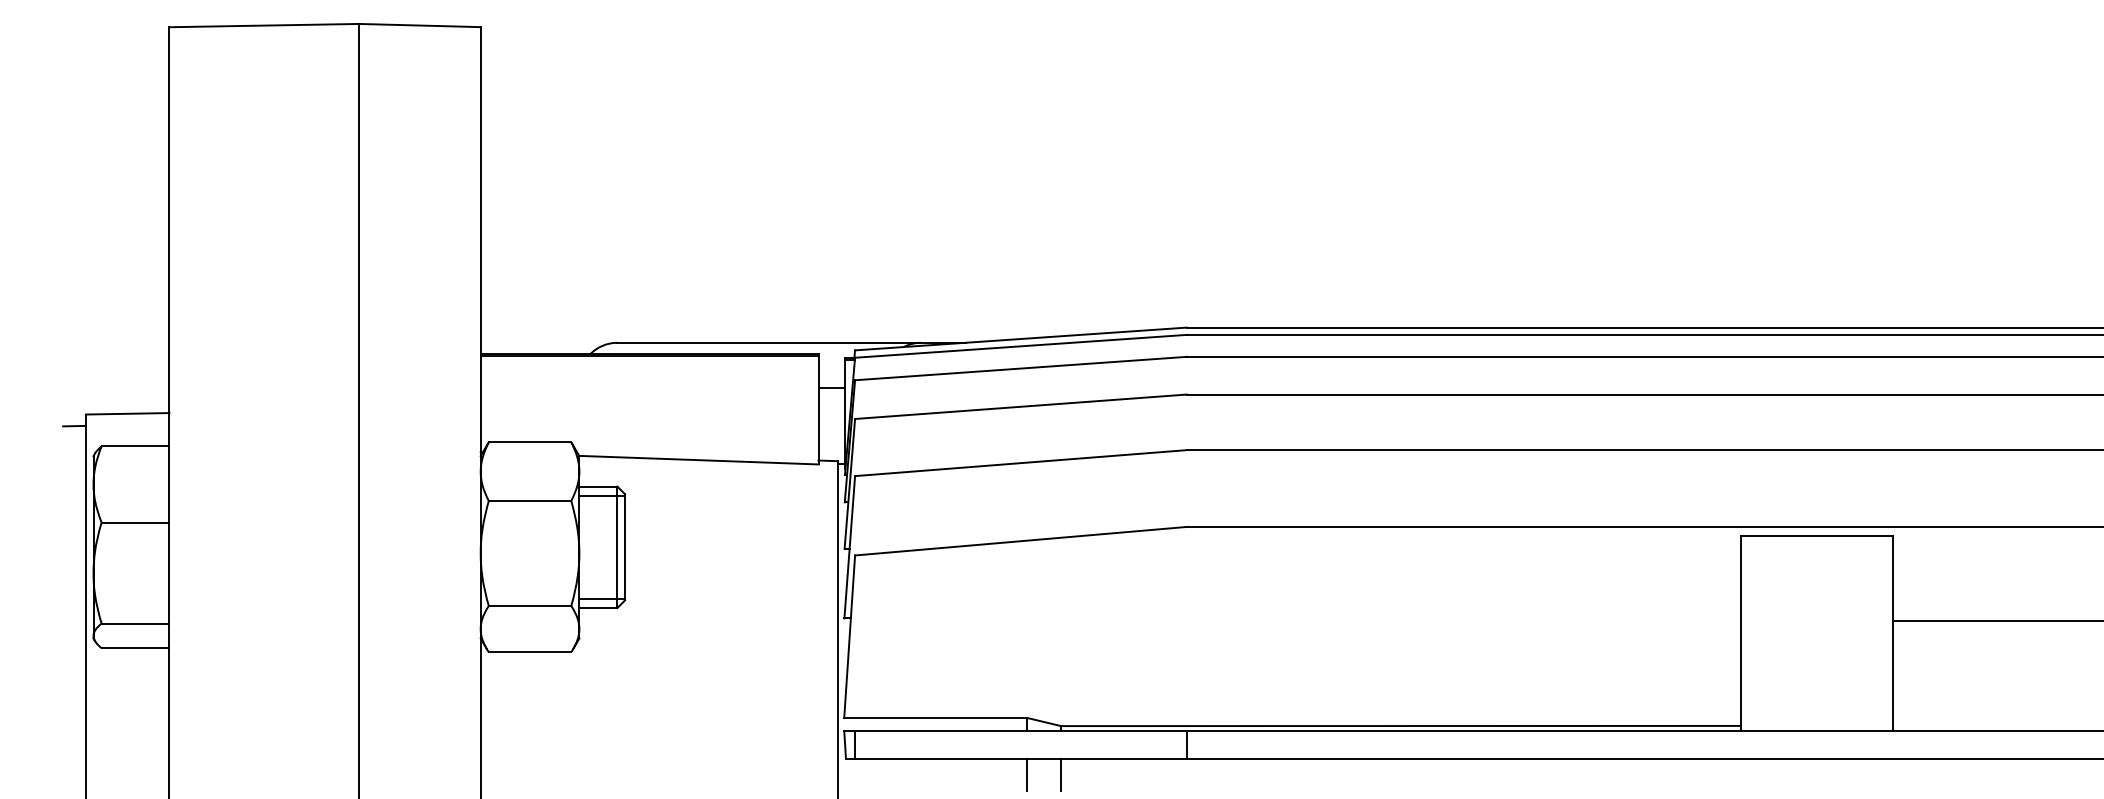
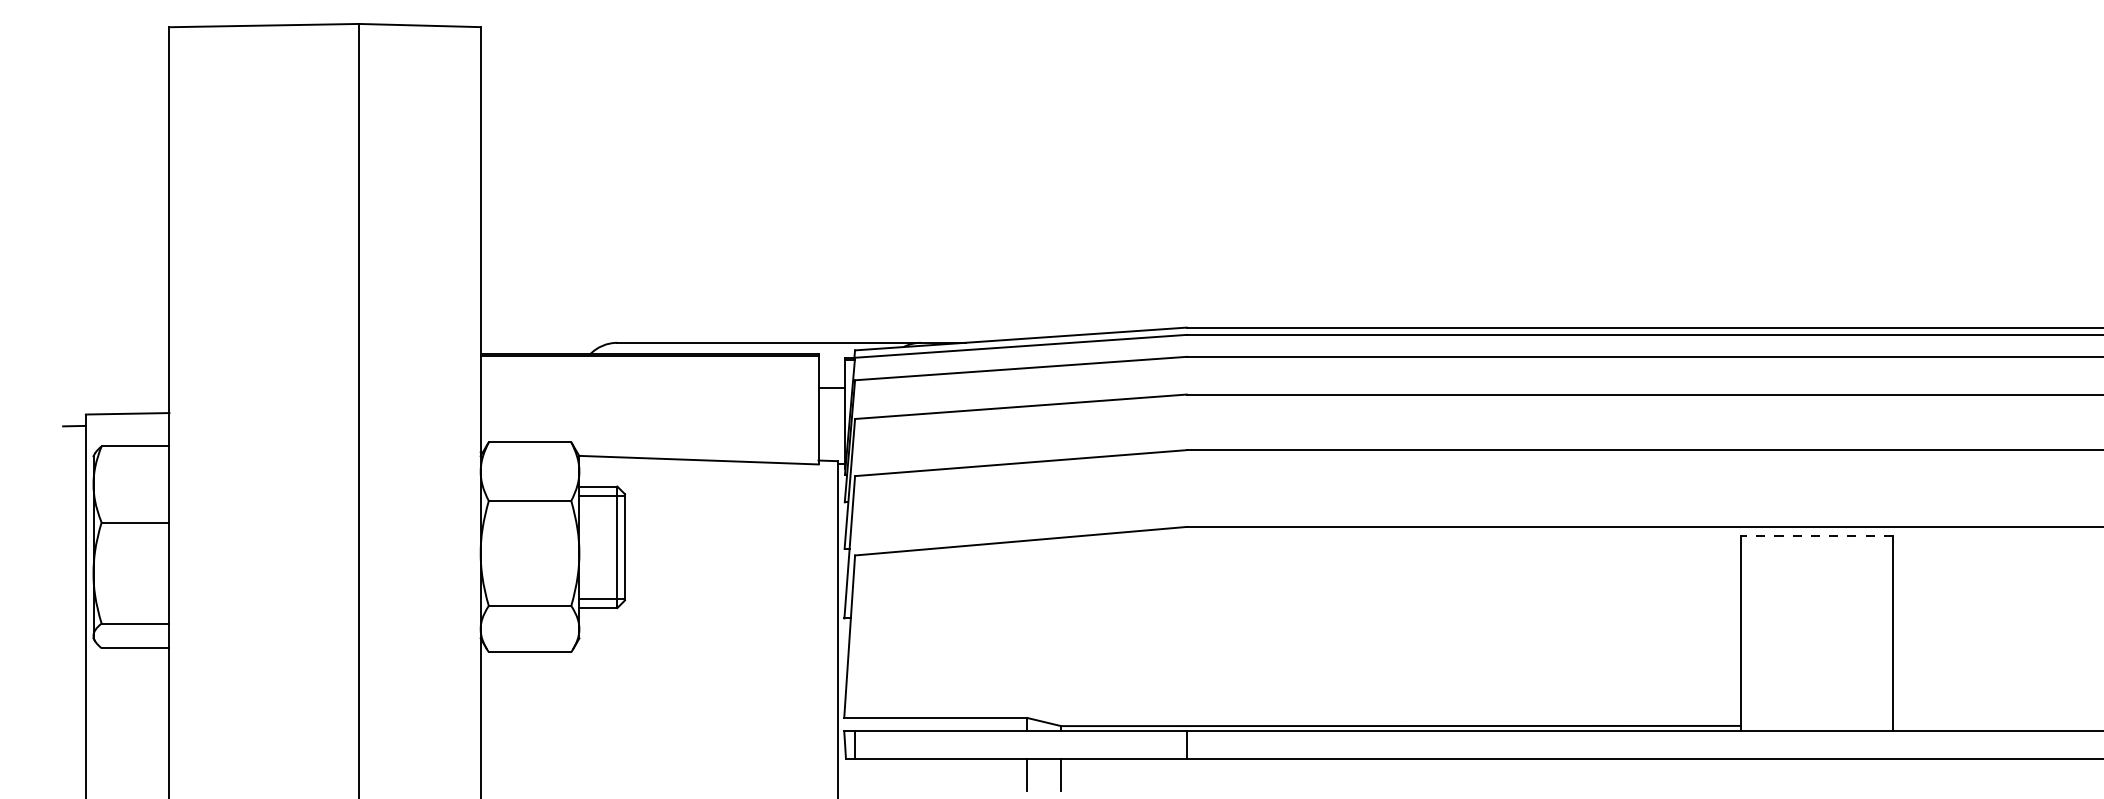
line at (1816, 535): solid -> dashed
line at (1996, 621): present -> none
